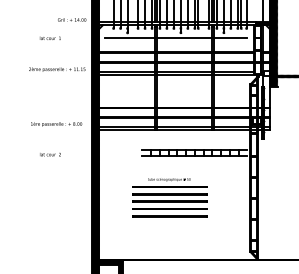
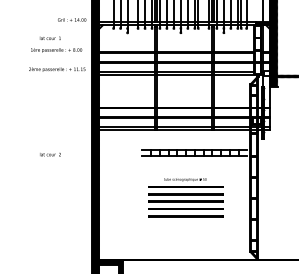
line at (175, 37): present -> none
text at (56, 124) position: (56, 124) -> (56, 50)
part at (169, 197) position: (169, 197) -> (185, 197)
